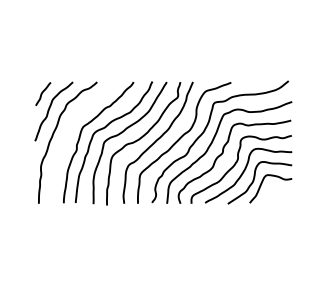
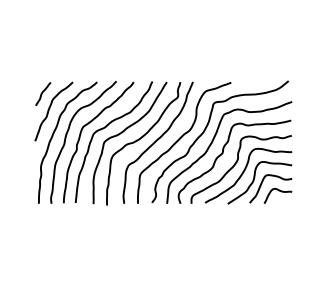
curve at (66, 139): none -> present
curve at (278, 191): none -> present
